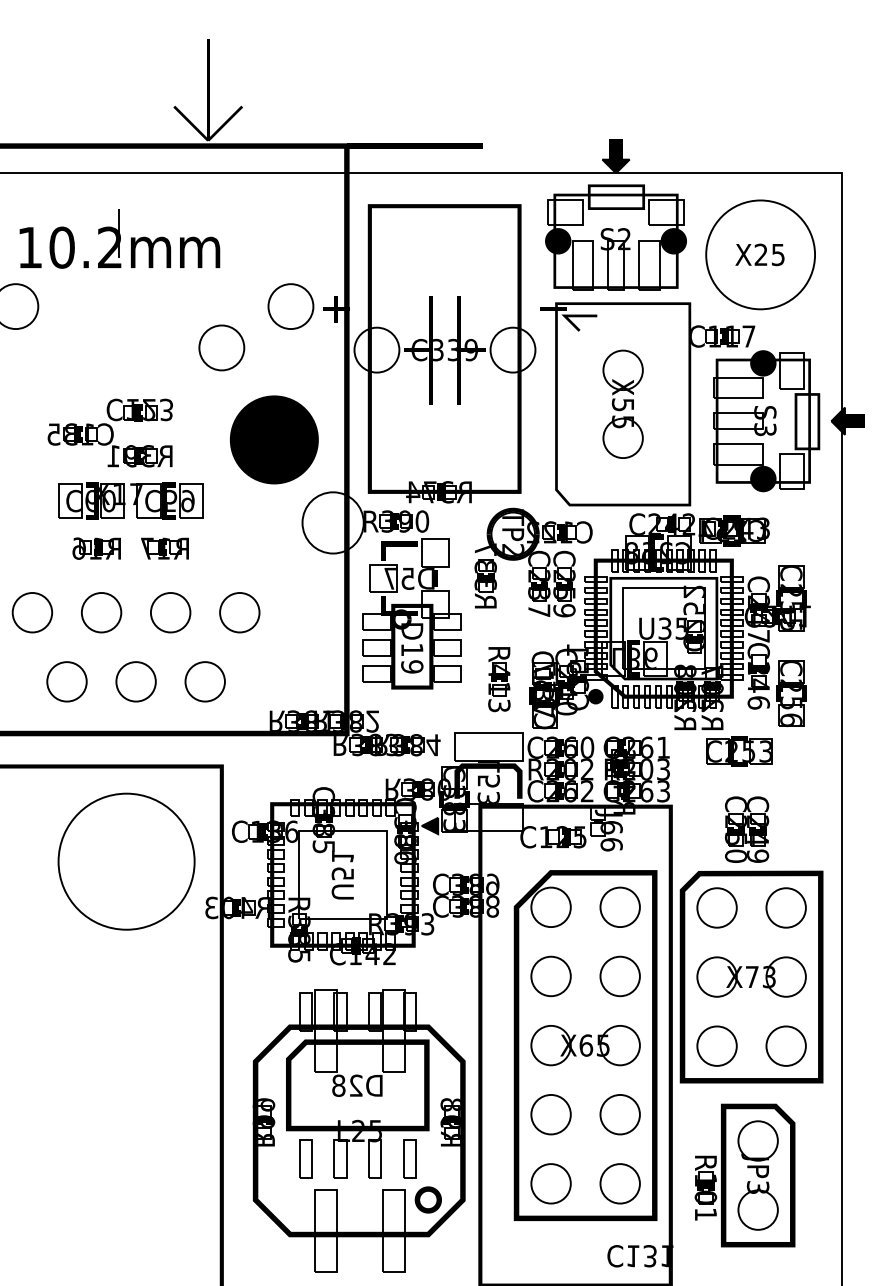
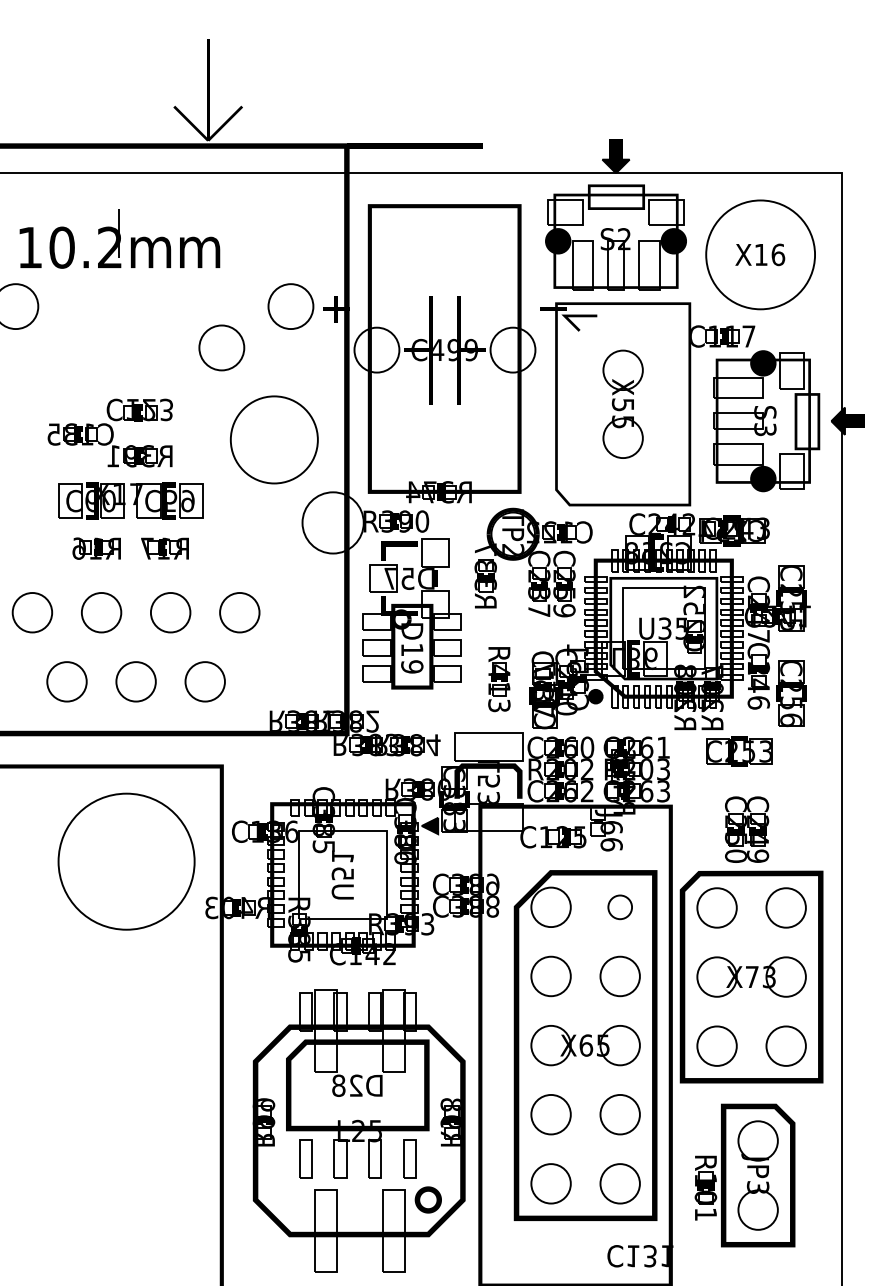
text at (769, 254): X25 -> X16
text at (444, 349): C339 -> C499
fill at (273, 439): present -> none
circle at (619, 907) diameter: 39 px -> 24 px
